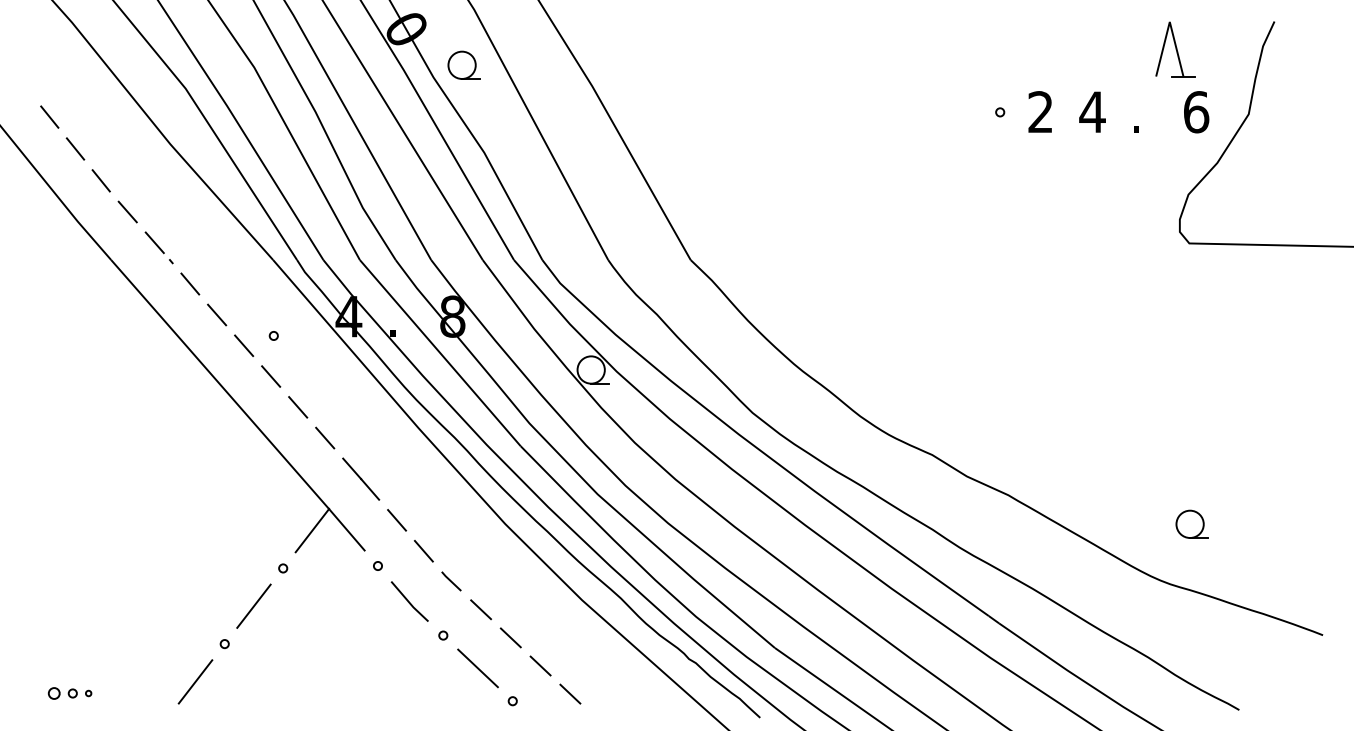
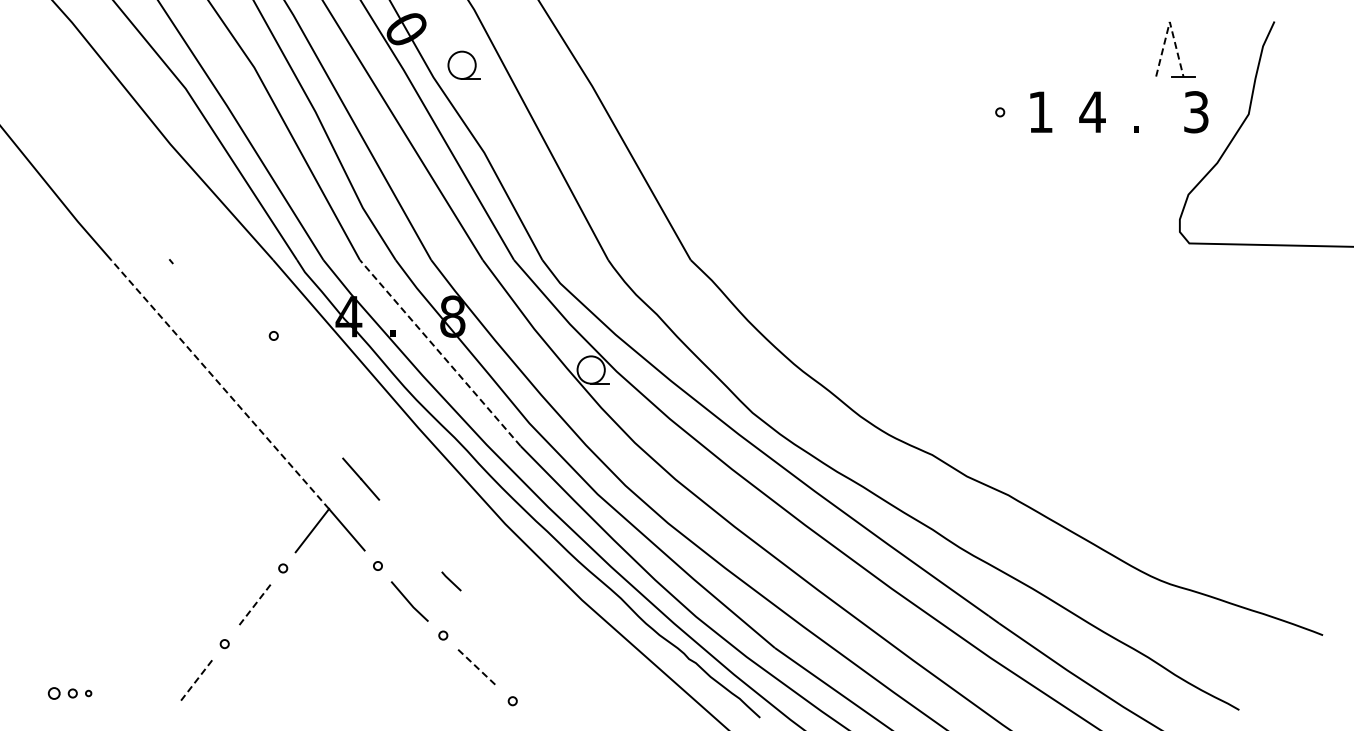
line at (1169, 21): solid -> dashed
text at (1040, 111): 2 -> 1
text at (1196, 112): 6 -> 3
line at (49, 116): present -> none
line at (75, 148): present -> none
line at (100, 180): present -> none
line at (127, 211): present -> none
line at (154, 242): present -> none
line at (190, 283): present -> none
line at (217, 314): present -> none
line at (244, 345): present -> none
line at (440, 353): solid -> dashed
line at (271, 376): present -> none
line at (219, 383): solid -> dashed
line at (298, 407): present -> none
line at (325, 437): present -> none
line at (396, 520): present -> none
part at (1191, 523): present -> none
line at (423, 550): present -> none
line at (253, 606): solid -> dashed
line at (481, 609): present -> none
line at (510, 637): present -> none
line at (540, 665): present -> none
line at (478, 668): solid -> dashed
line at (195, 682): solid -> dashed
line at (570, 693): present -> none
